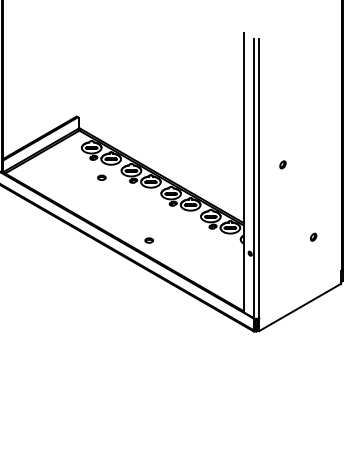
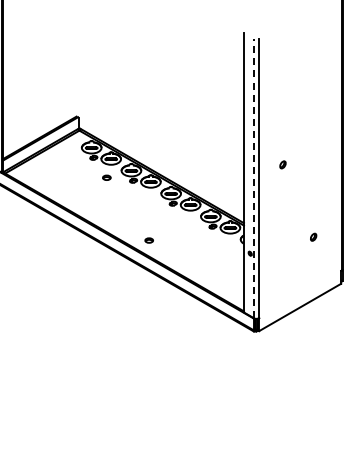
part at (101, 177) position: (101, 177) -> (106, 177)
line at (254, 178): solid -> dashed
